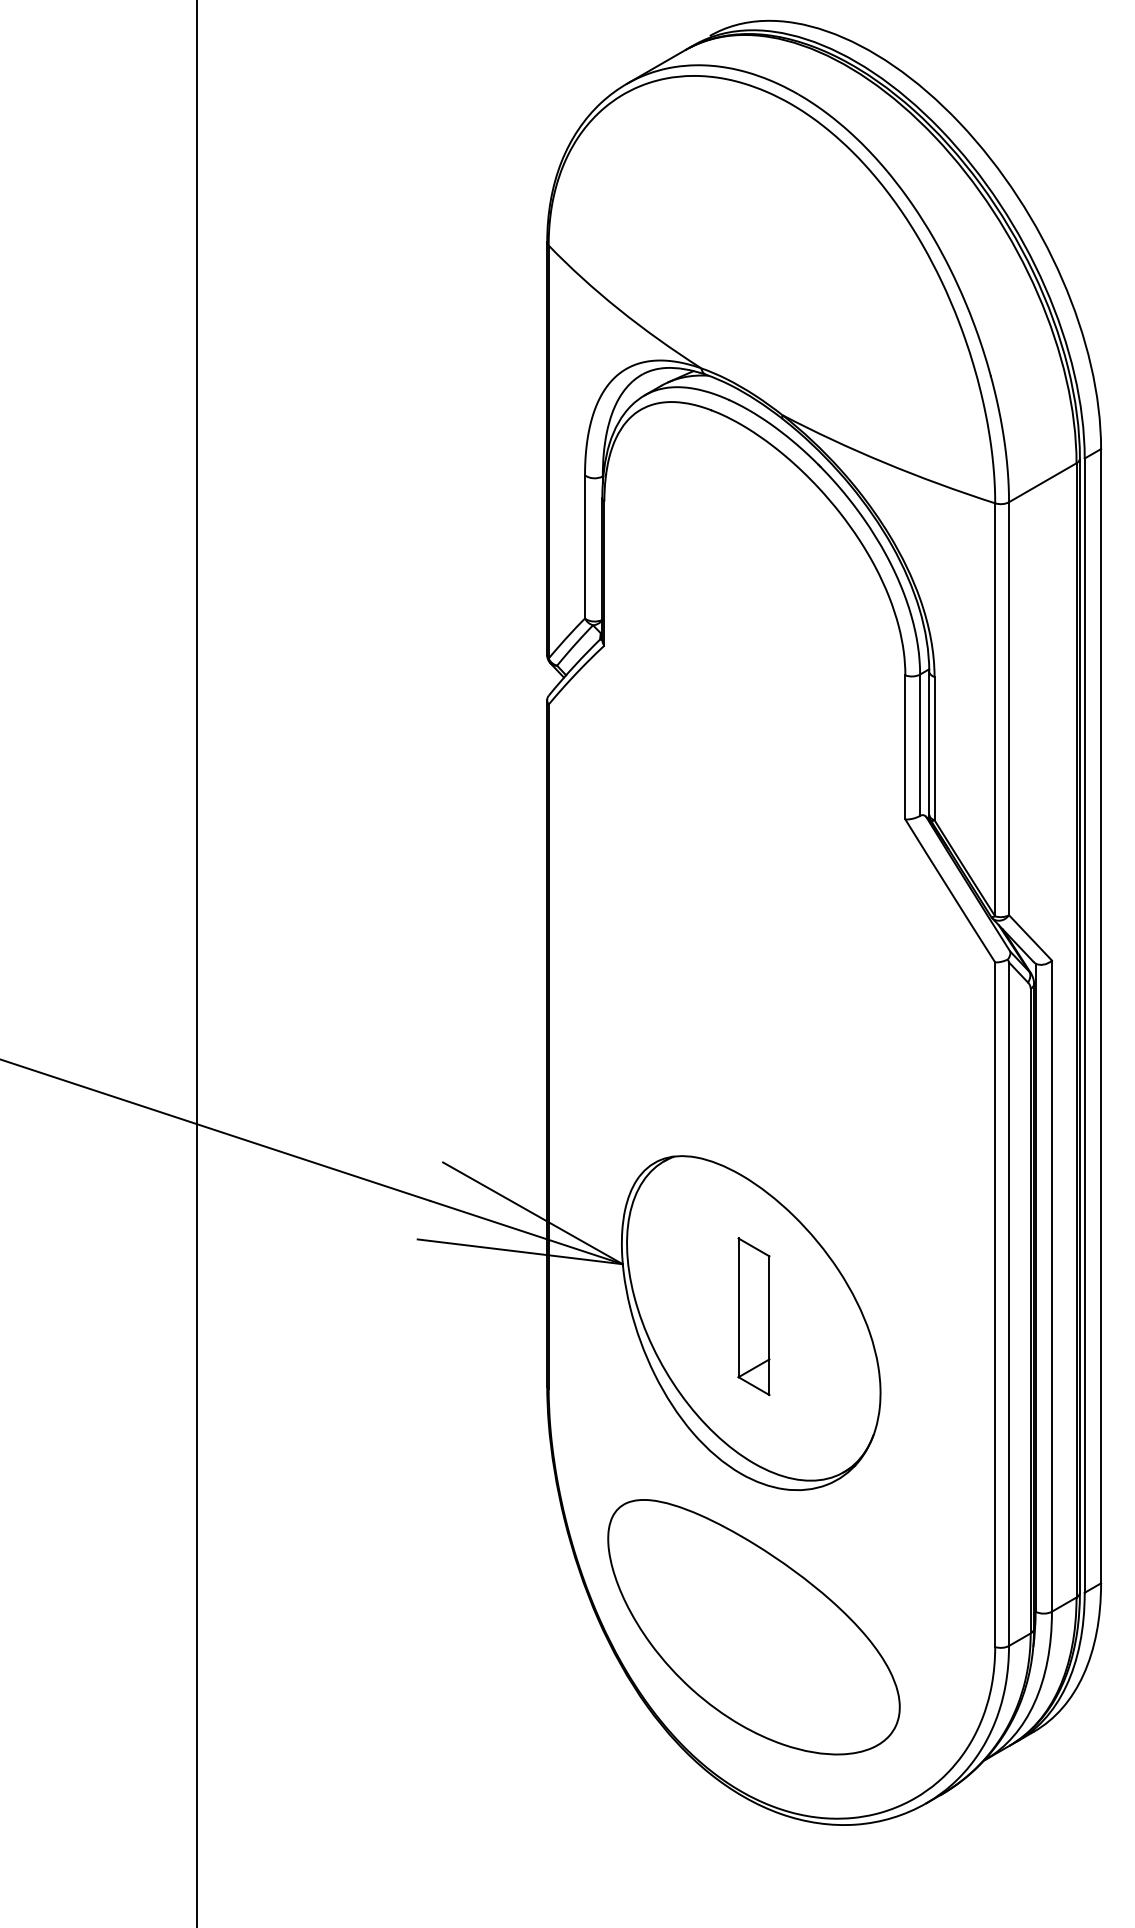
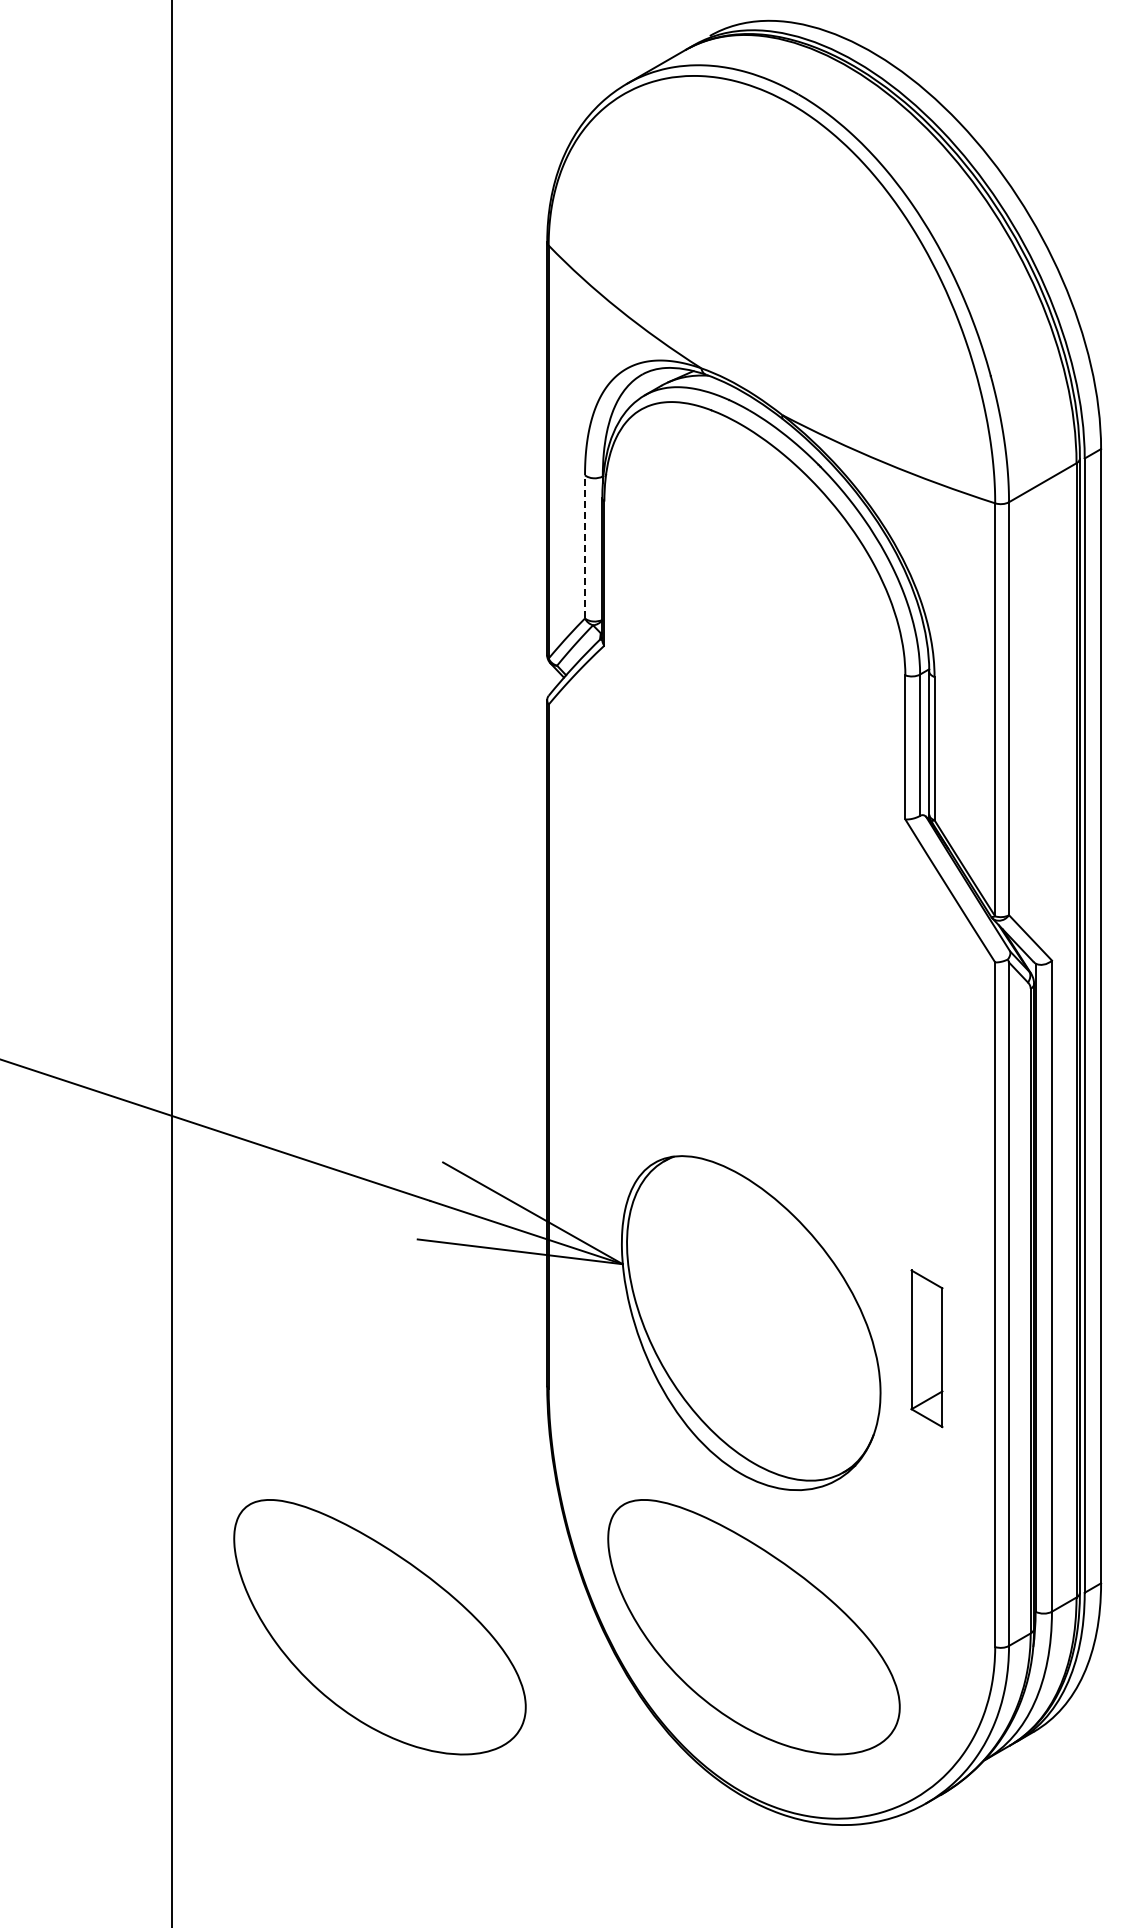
line at (585, 546): solid -> dashed
line at (196, 963) position: (196, 963) -> (171, 963)
part at (753, 1316) position: (753, 1316) -> (926, 1348)
part at (379, 1627): none -> present
